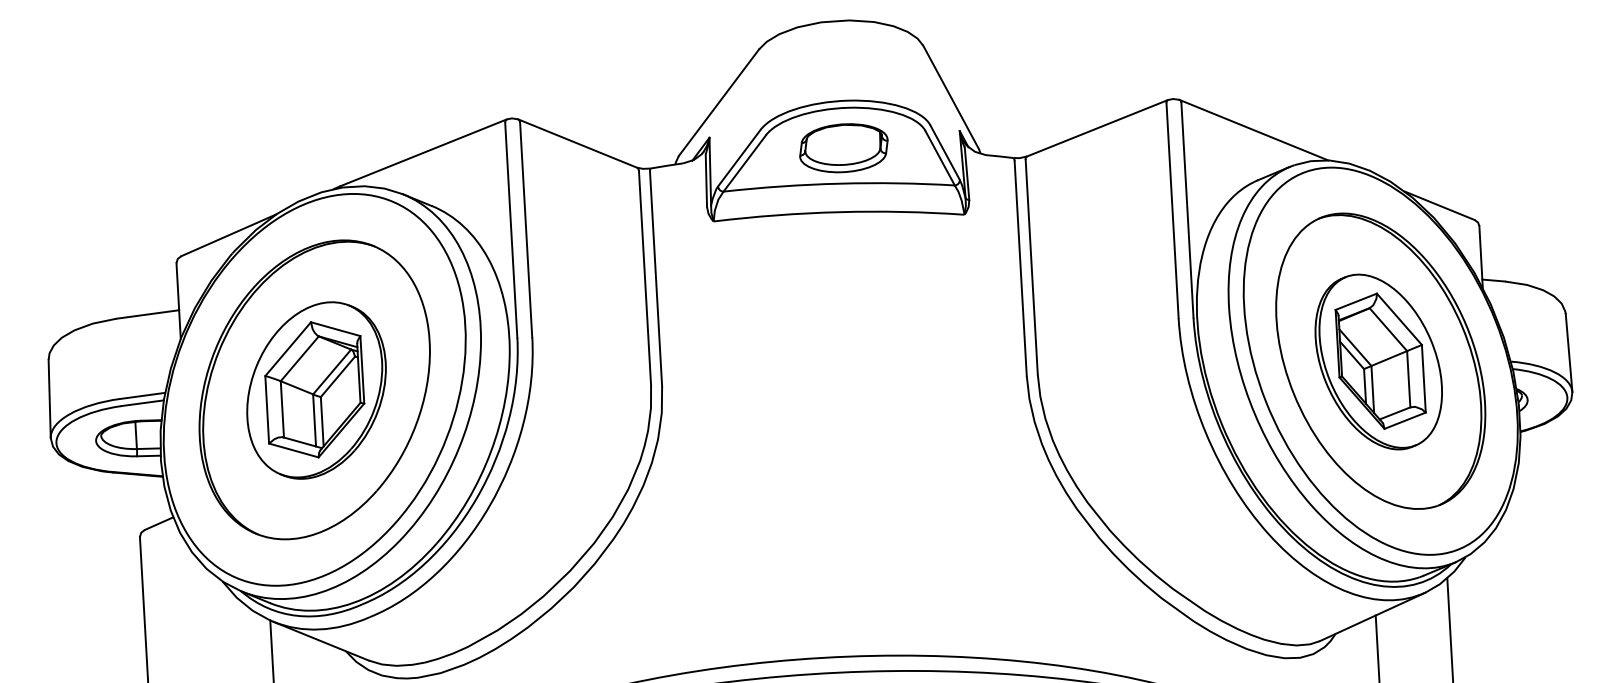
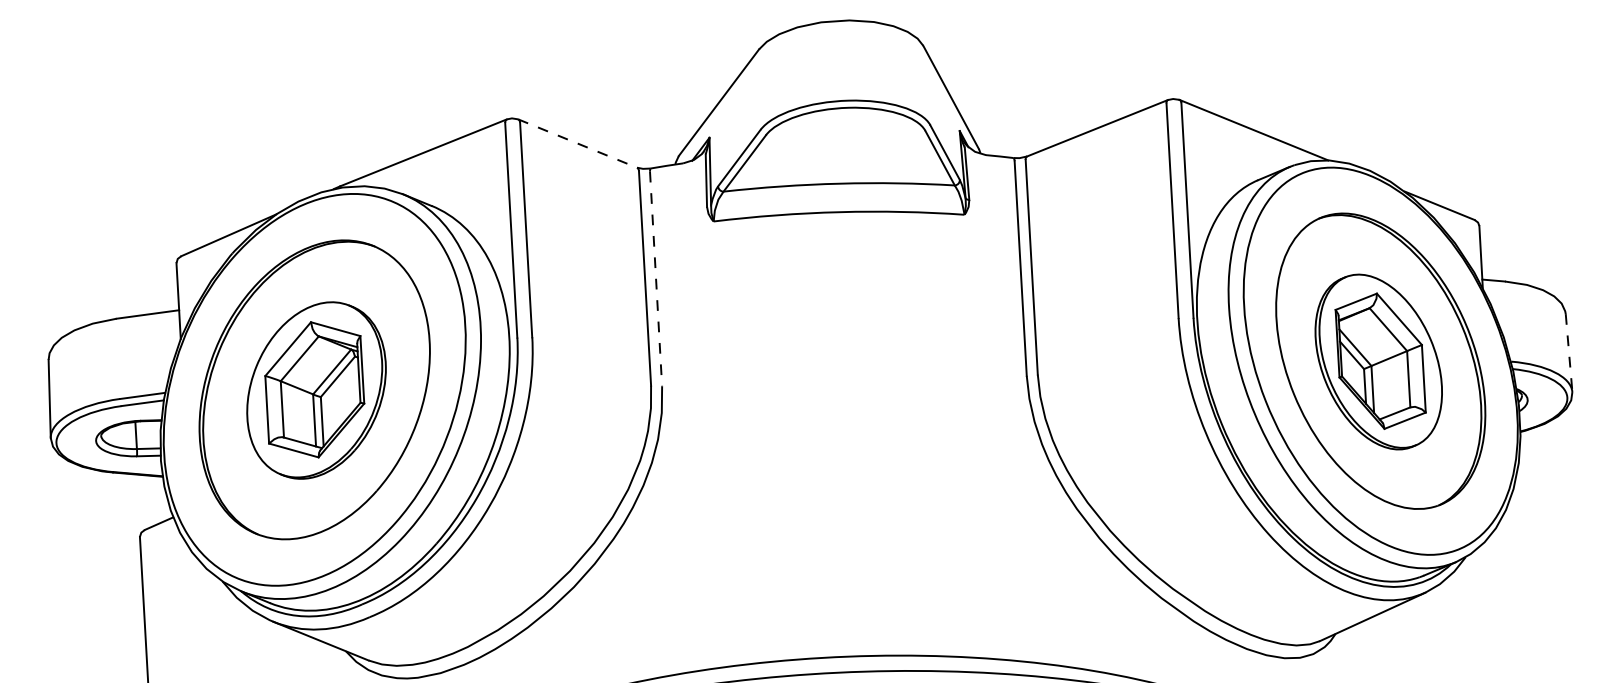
line at (578, 143): solid -> dashed
part at (843, 148): present -> none
line at (656, 279): solid -> dashed
line at (1569, 353): solid -> dashed
line at (1449, 628): present -> none
line at (1377, 647): present -> none
line at (271, 649): present -> none
